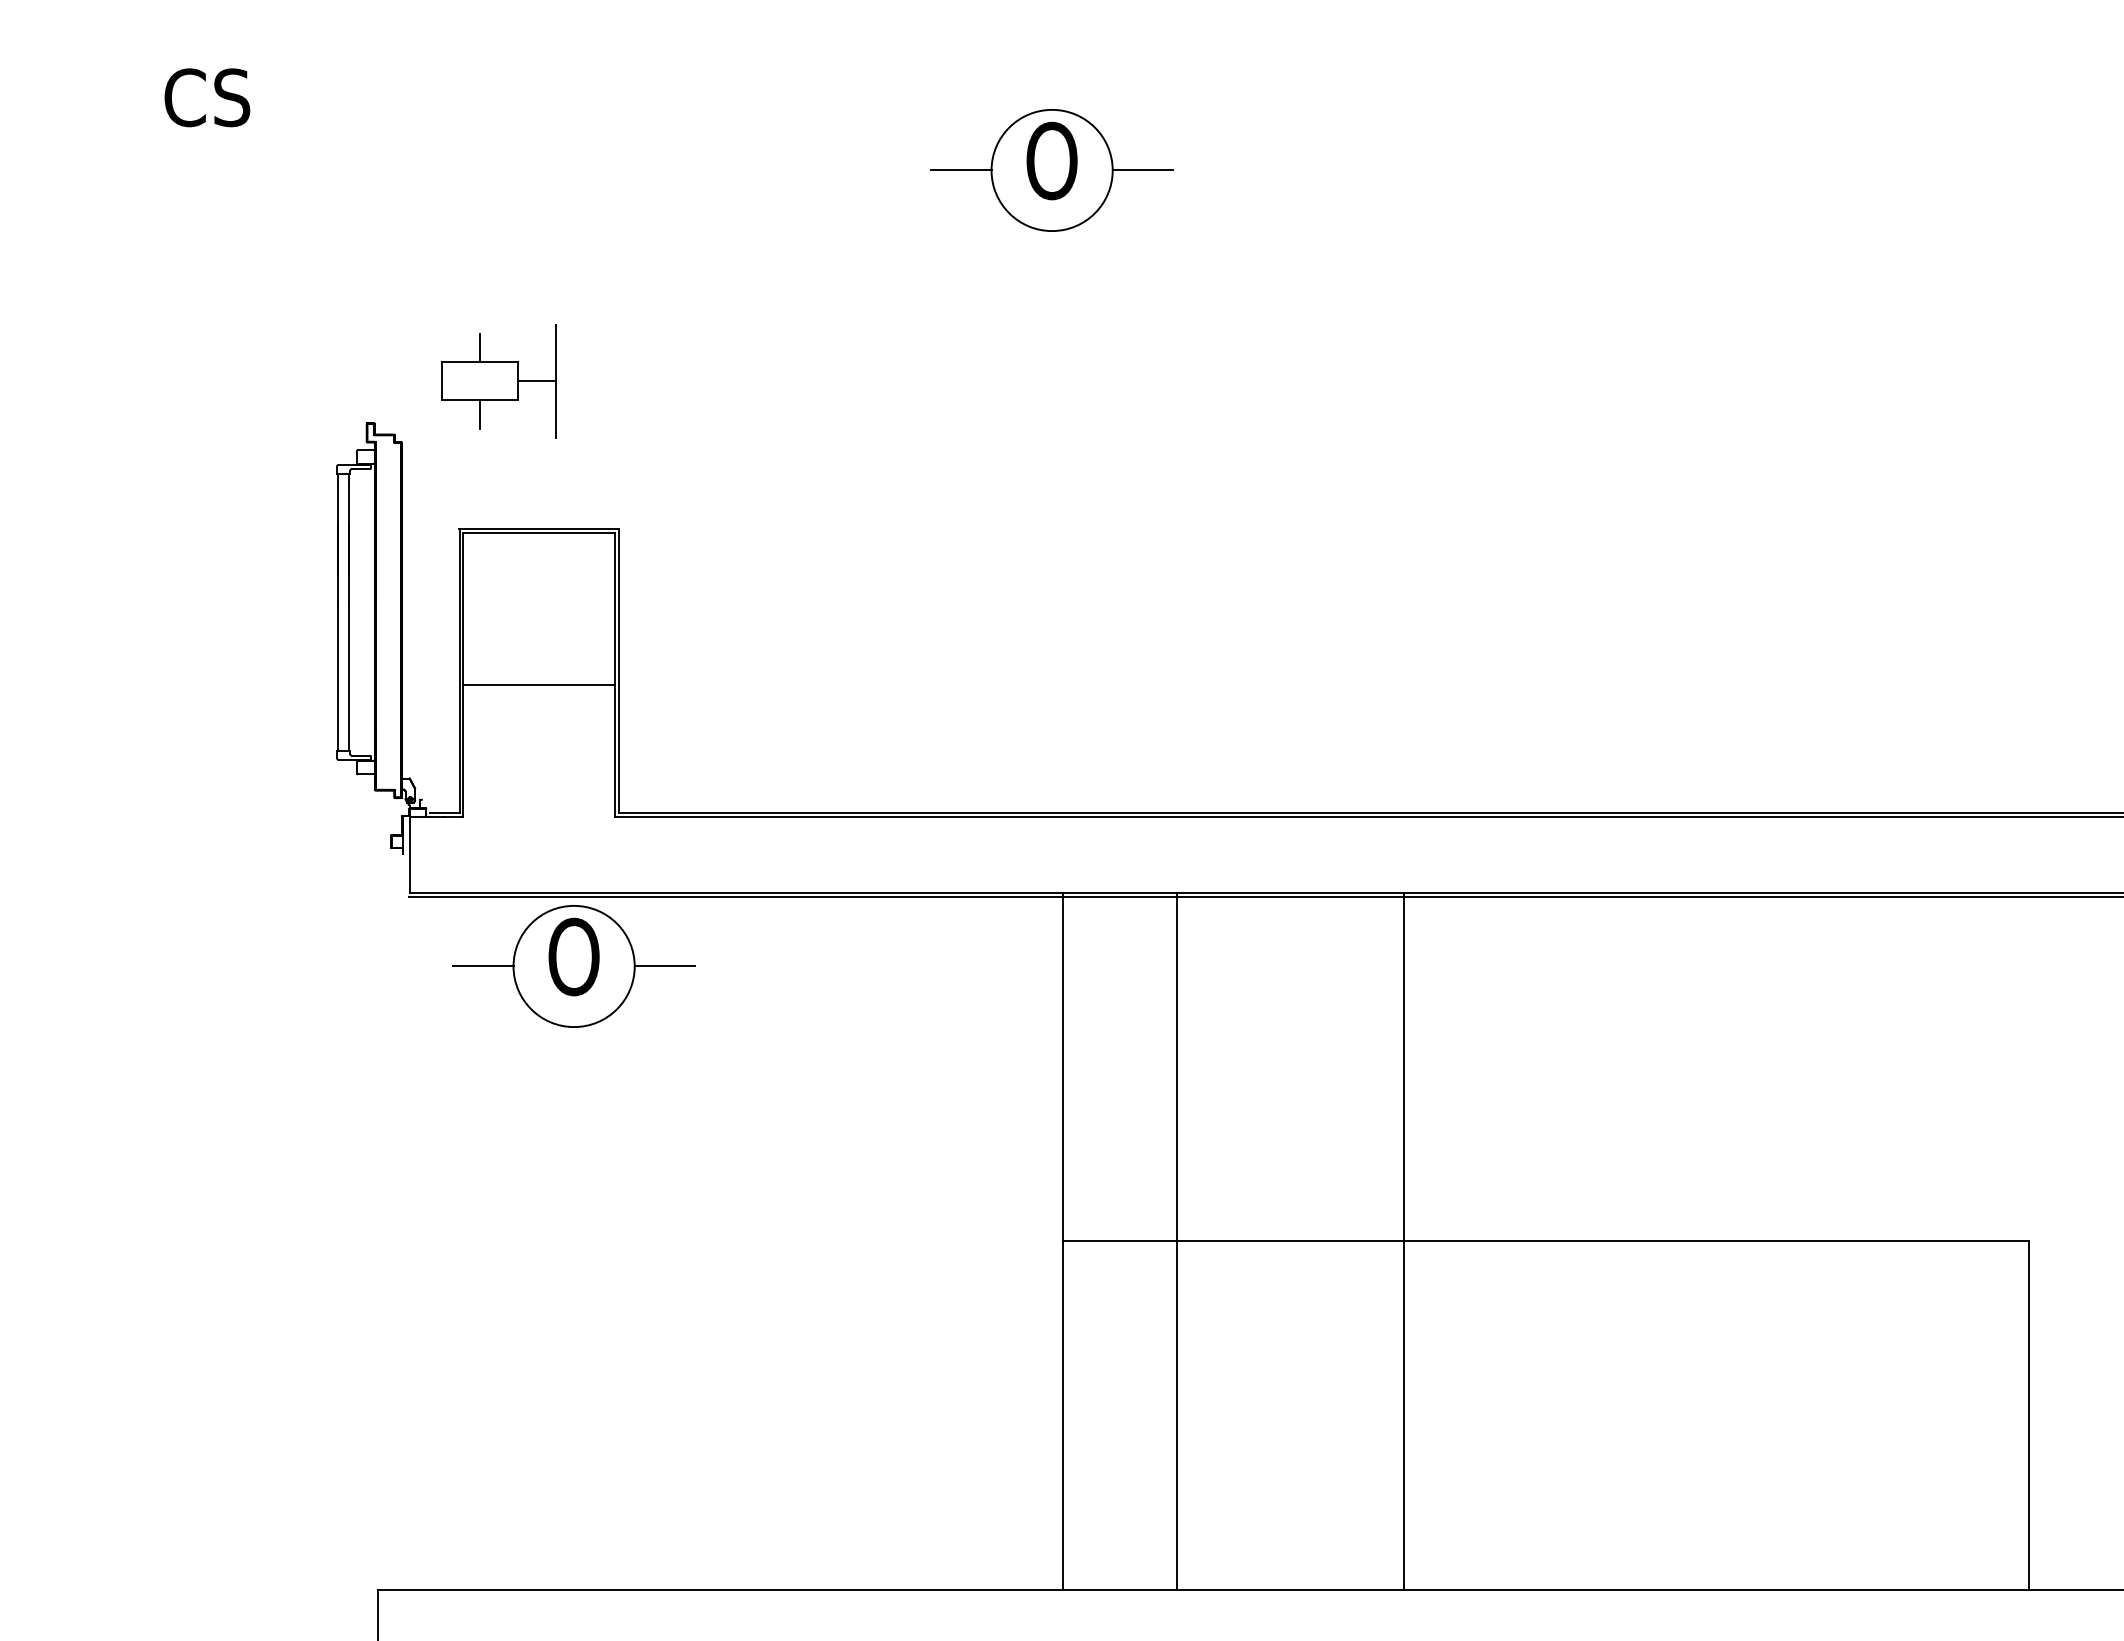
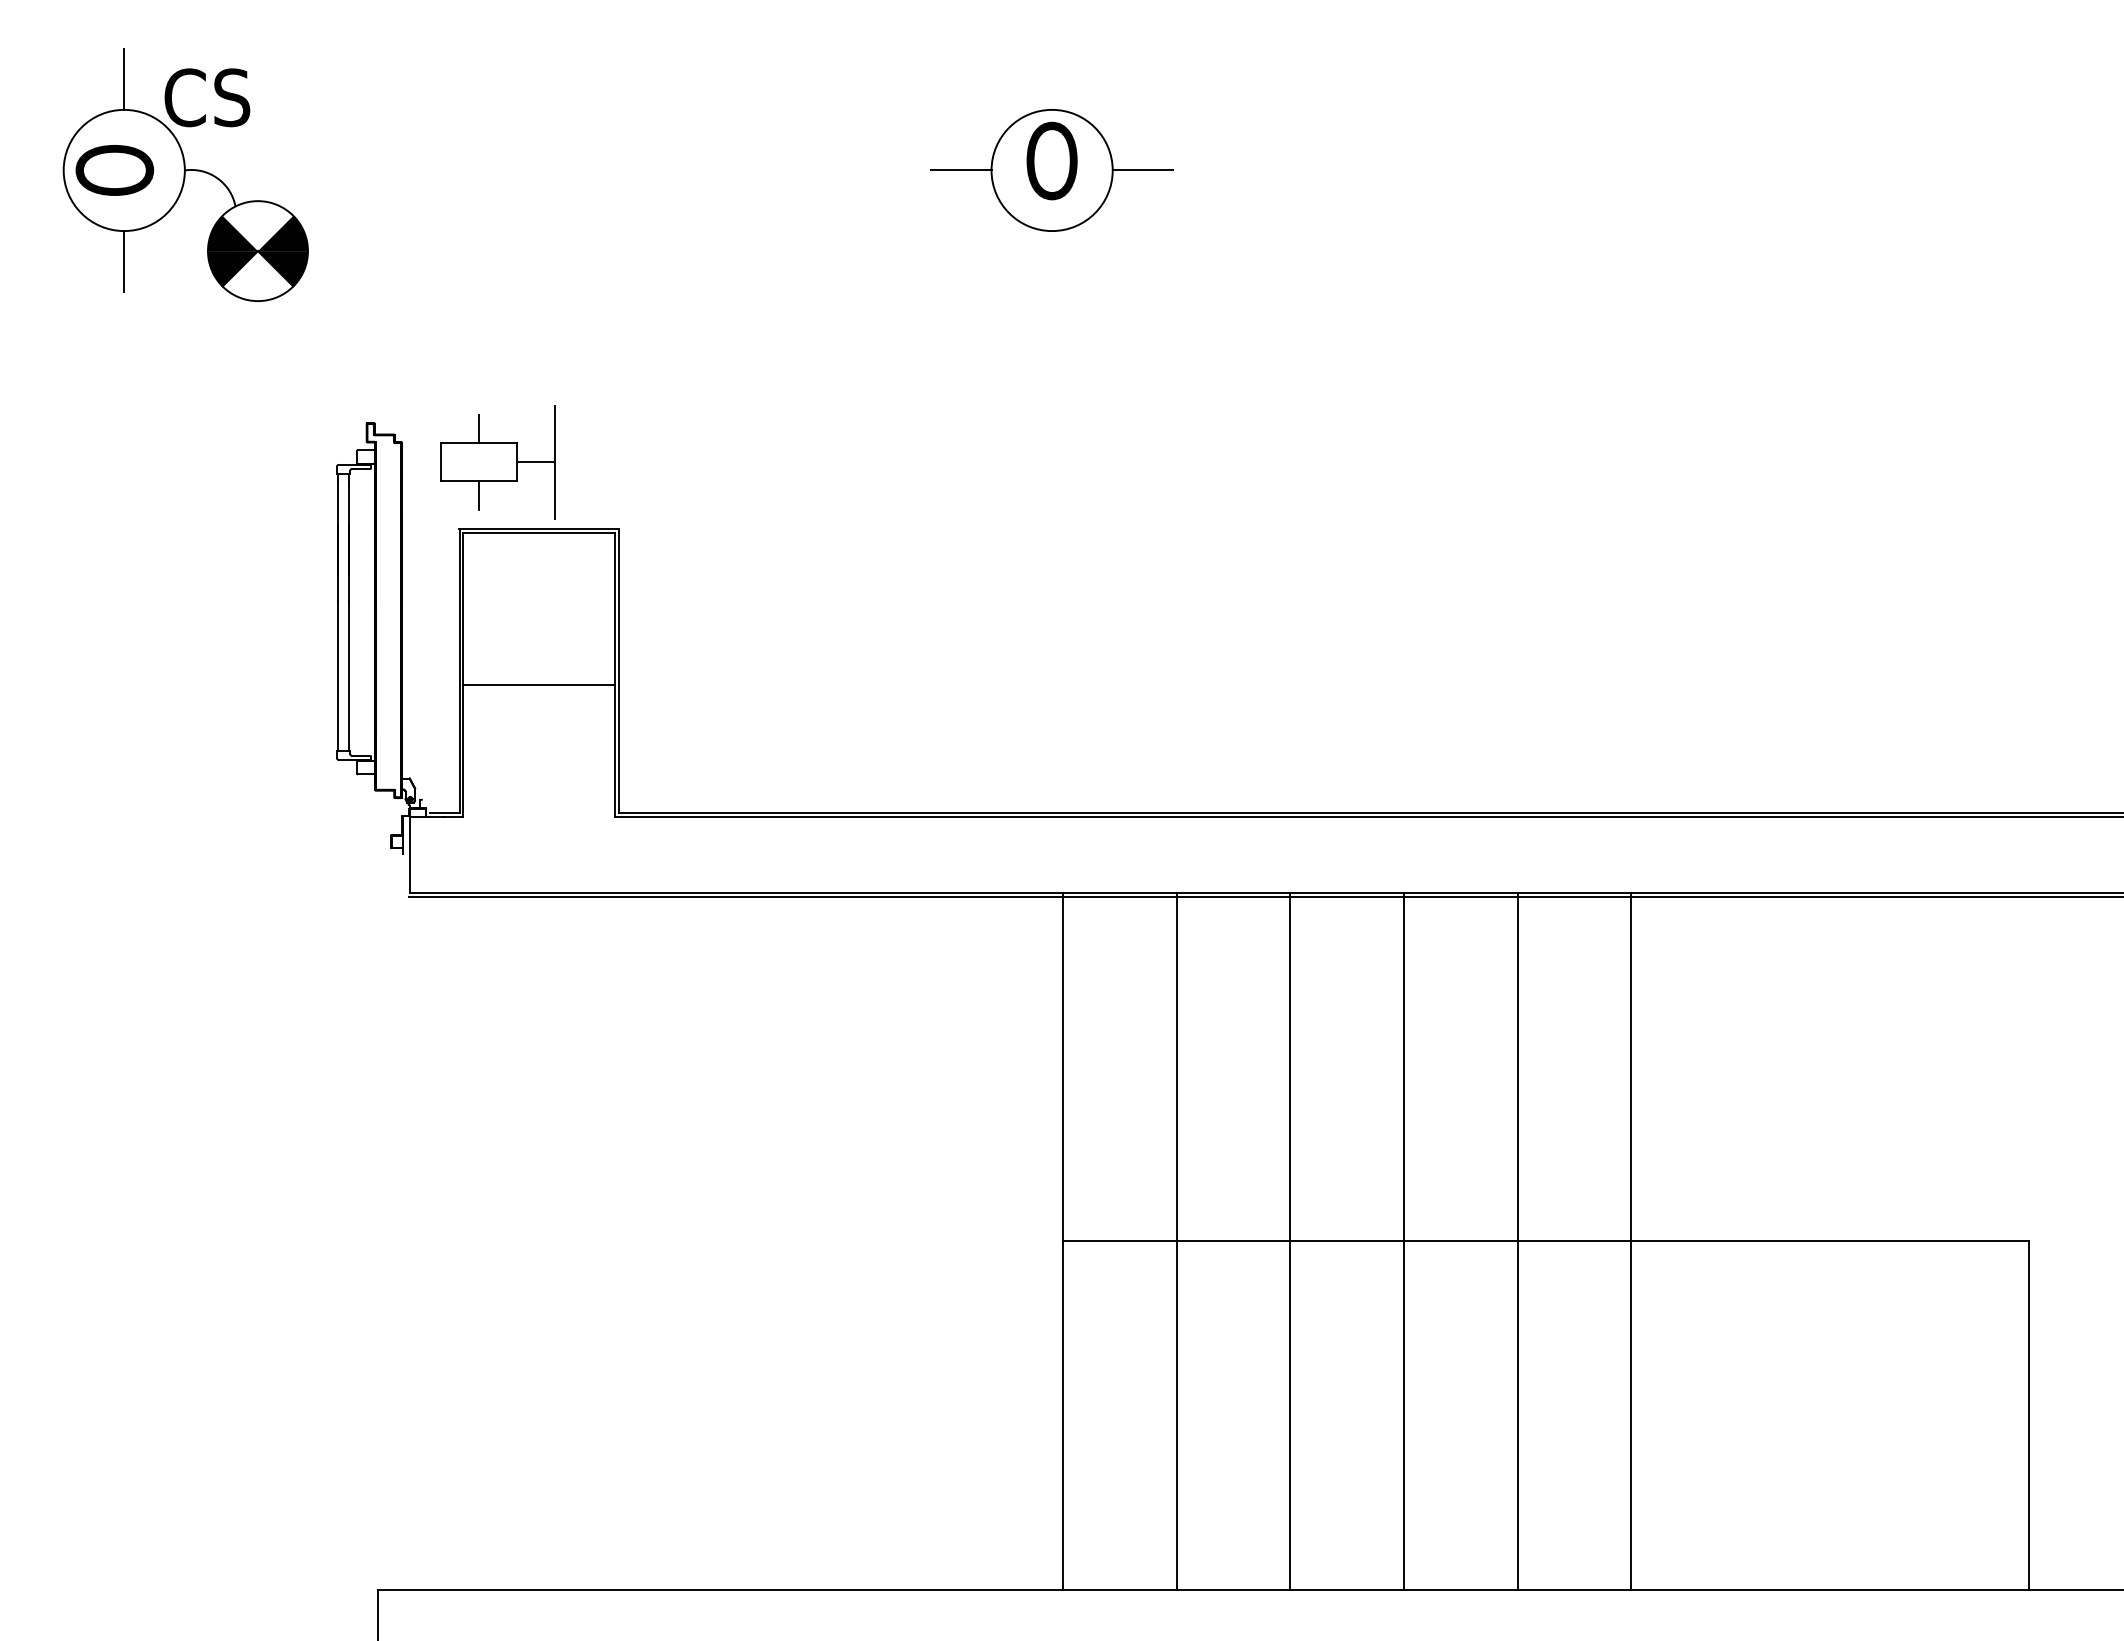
part at (185, 174): none -> present
part at (498, 381) position: (498, 381) -> (497, 462)
part at (573, 966): present -> none
line at (1290, 1240): none -> present
line at (1517, 1240): none -> present
line at (1631, 1240): none -> present
